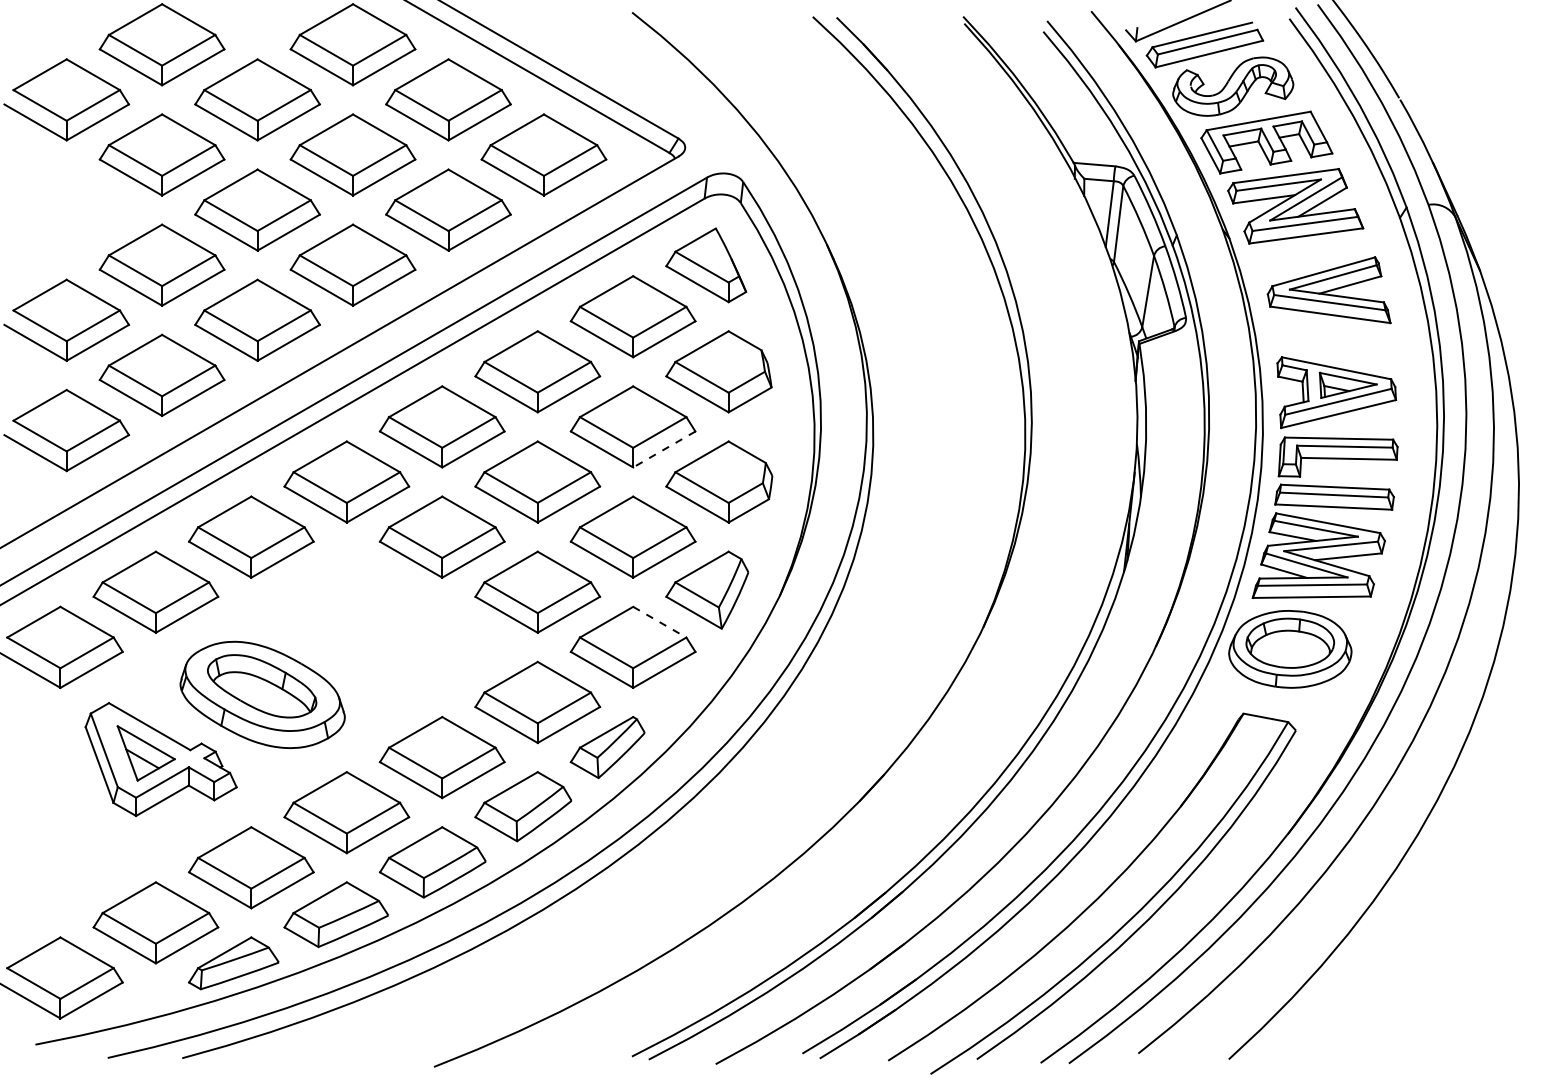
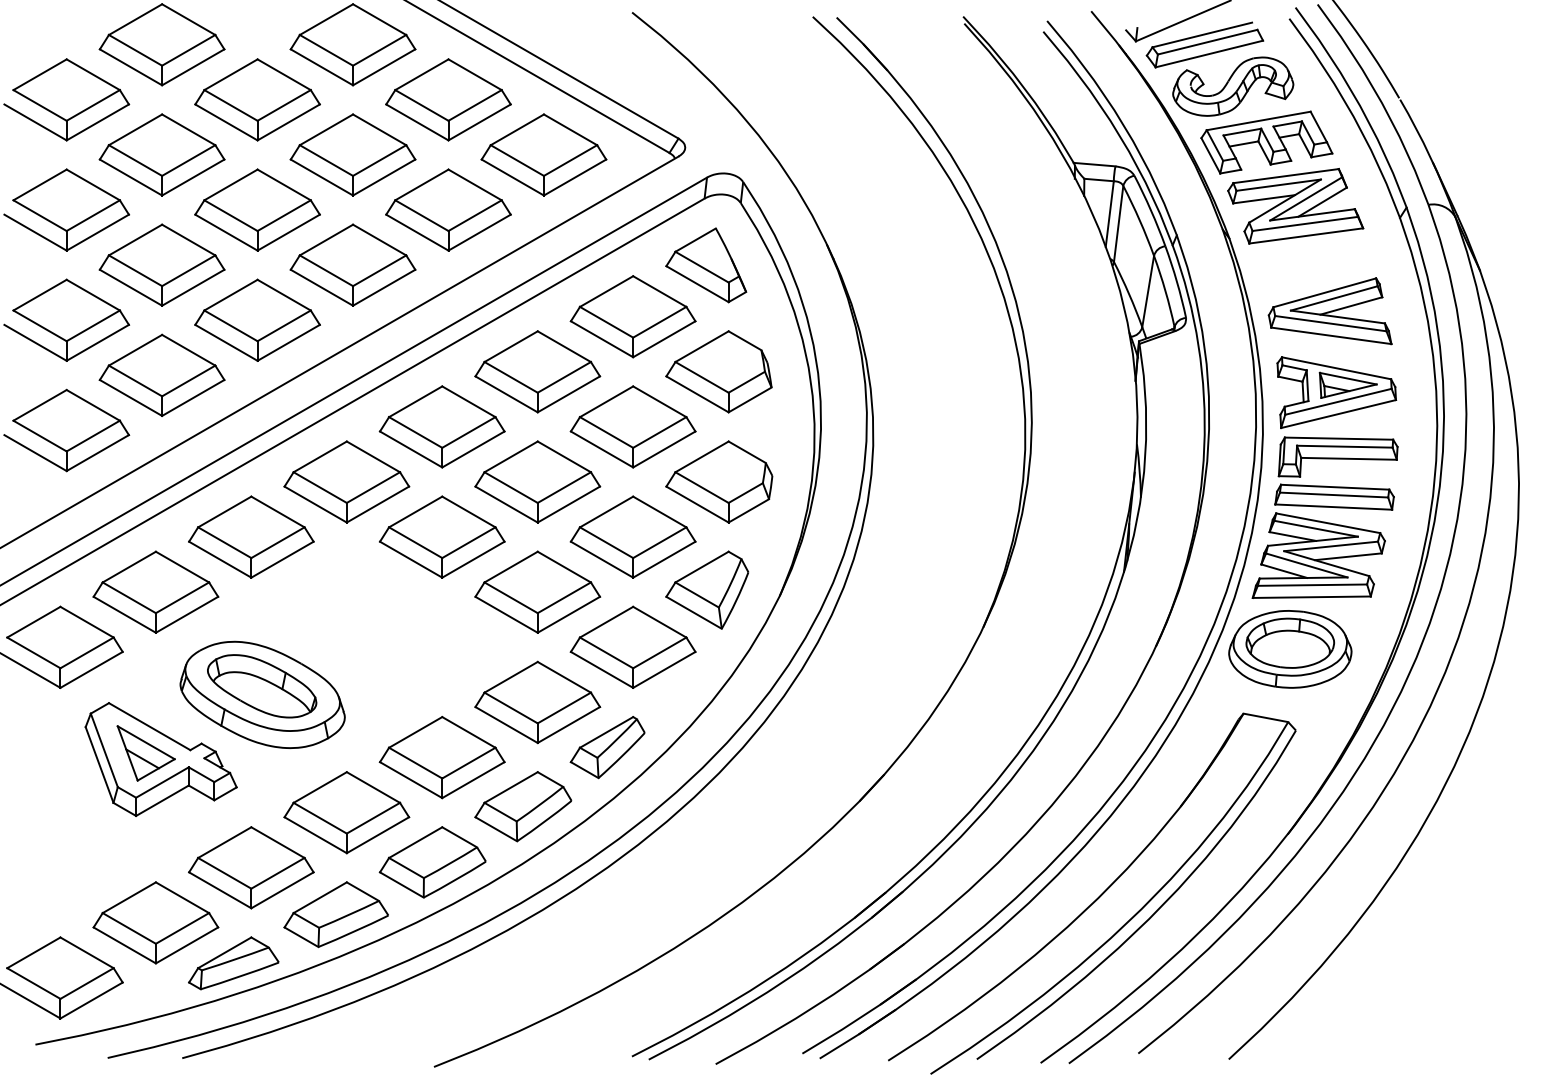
part at (66, 209): none -> present
part at (1328, 290) position: (1328, 290) -> (1329, 311)
line at (664, 449): dashed -> solid
line at (659, 622): dashed -> solid
